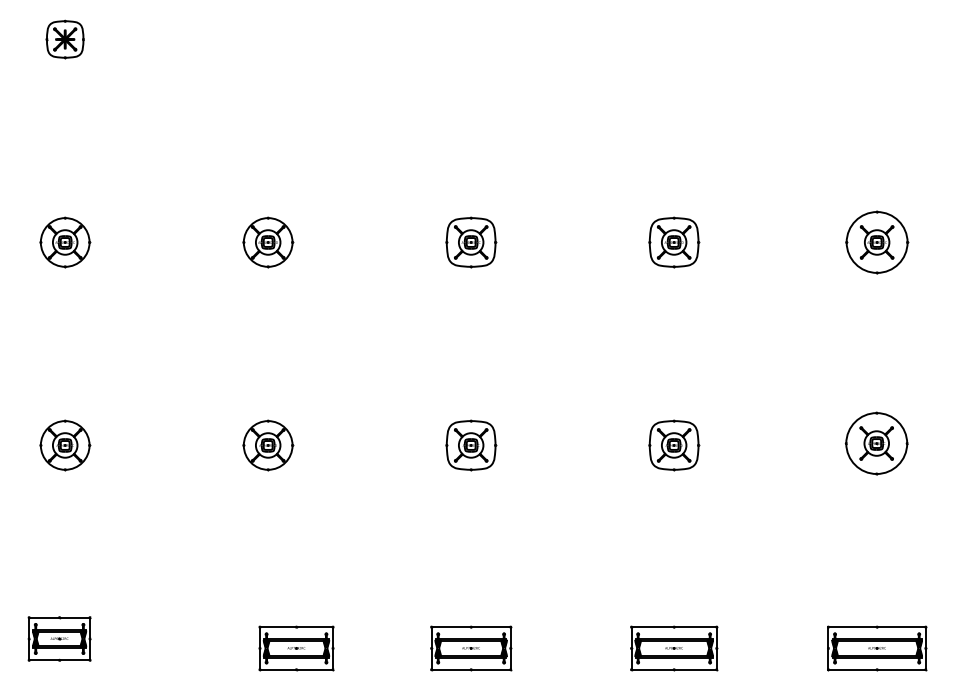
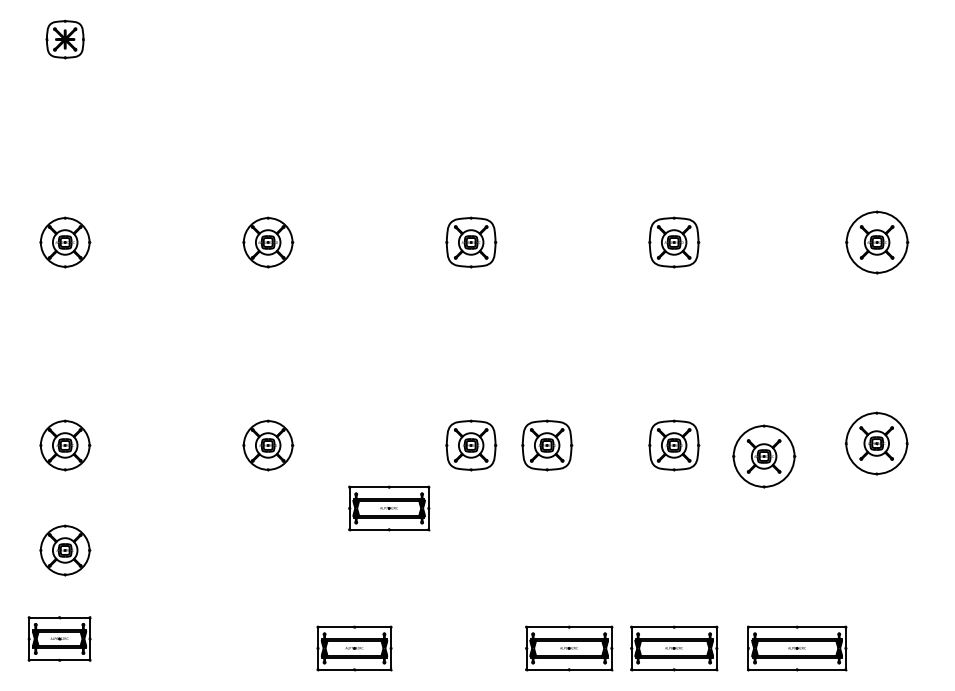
part at (547, 445): none -> present
part at (764, 456): none -> present
part at (65, 550): none -> present
part at (296, 648) position: (296, 648) -> (354, 648)
part at (471, 648) position: (471, 648) -> (389, 508)
part at (569, 648): none -> present
part at (877, 648) position: (877, 648) -> (797, 648)
